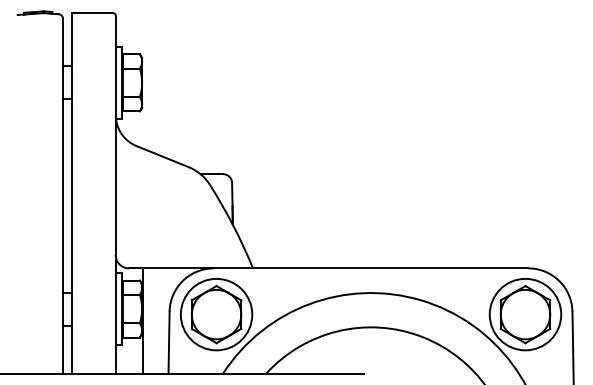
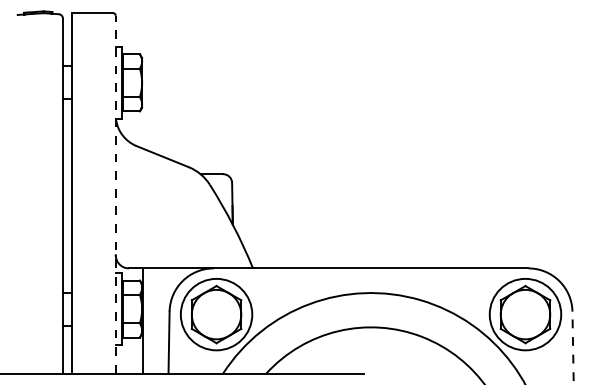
line at (115, 194): solid -> dashed
line at (573, 347): solid -> dashed
